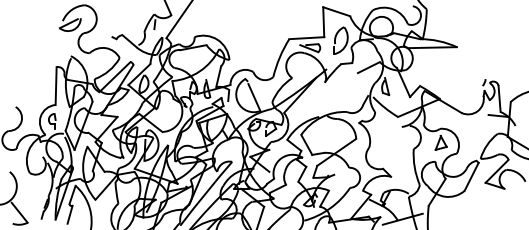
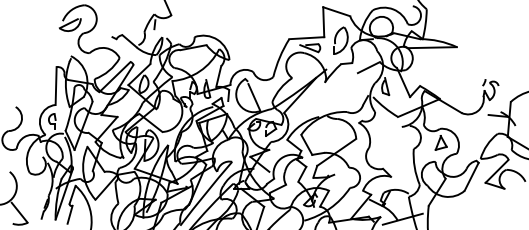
line at (178, 20): present -> none
line at (499, 99): present -> none
